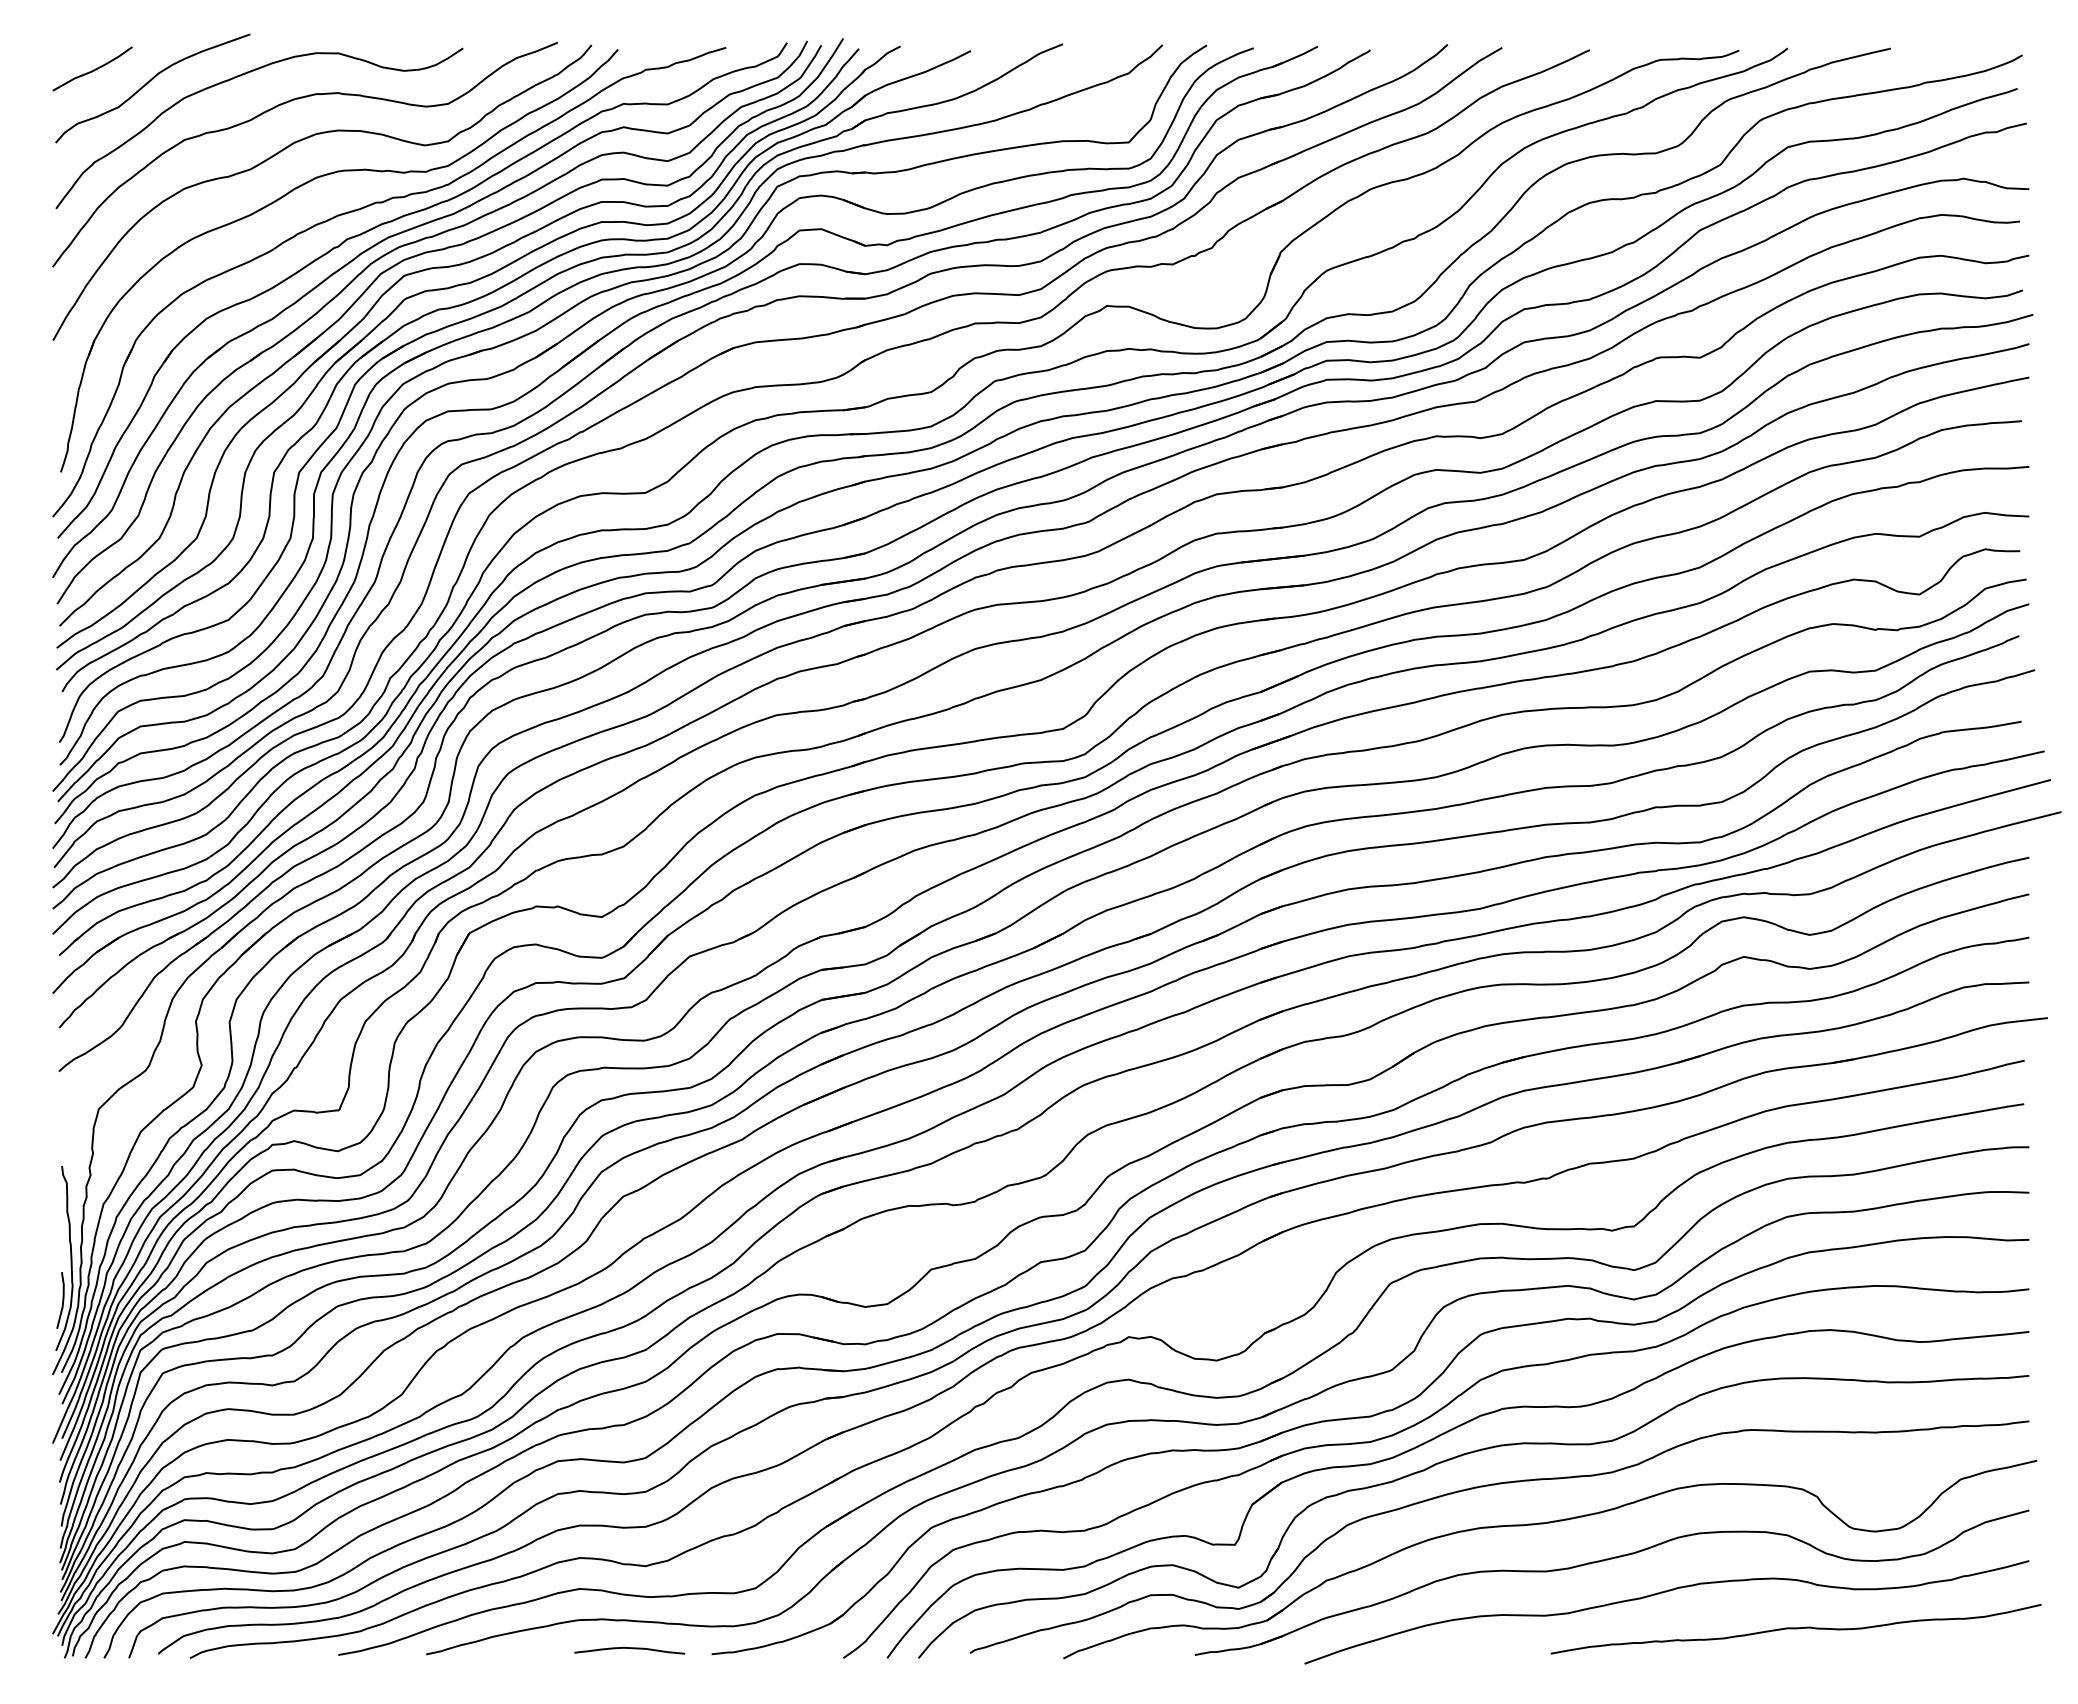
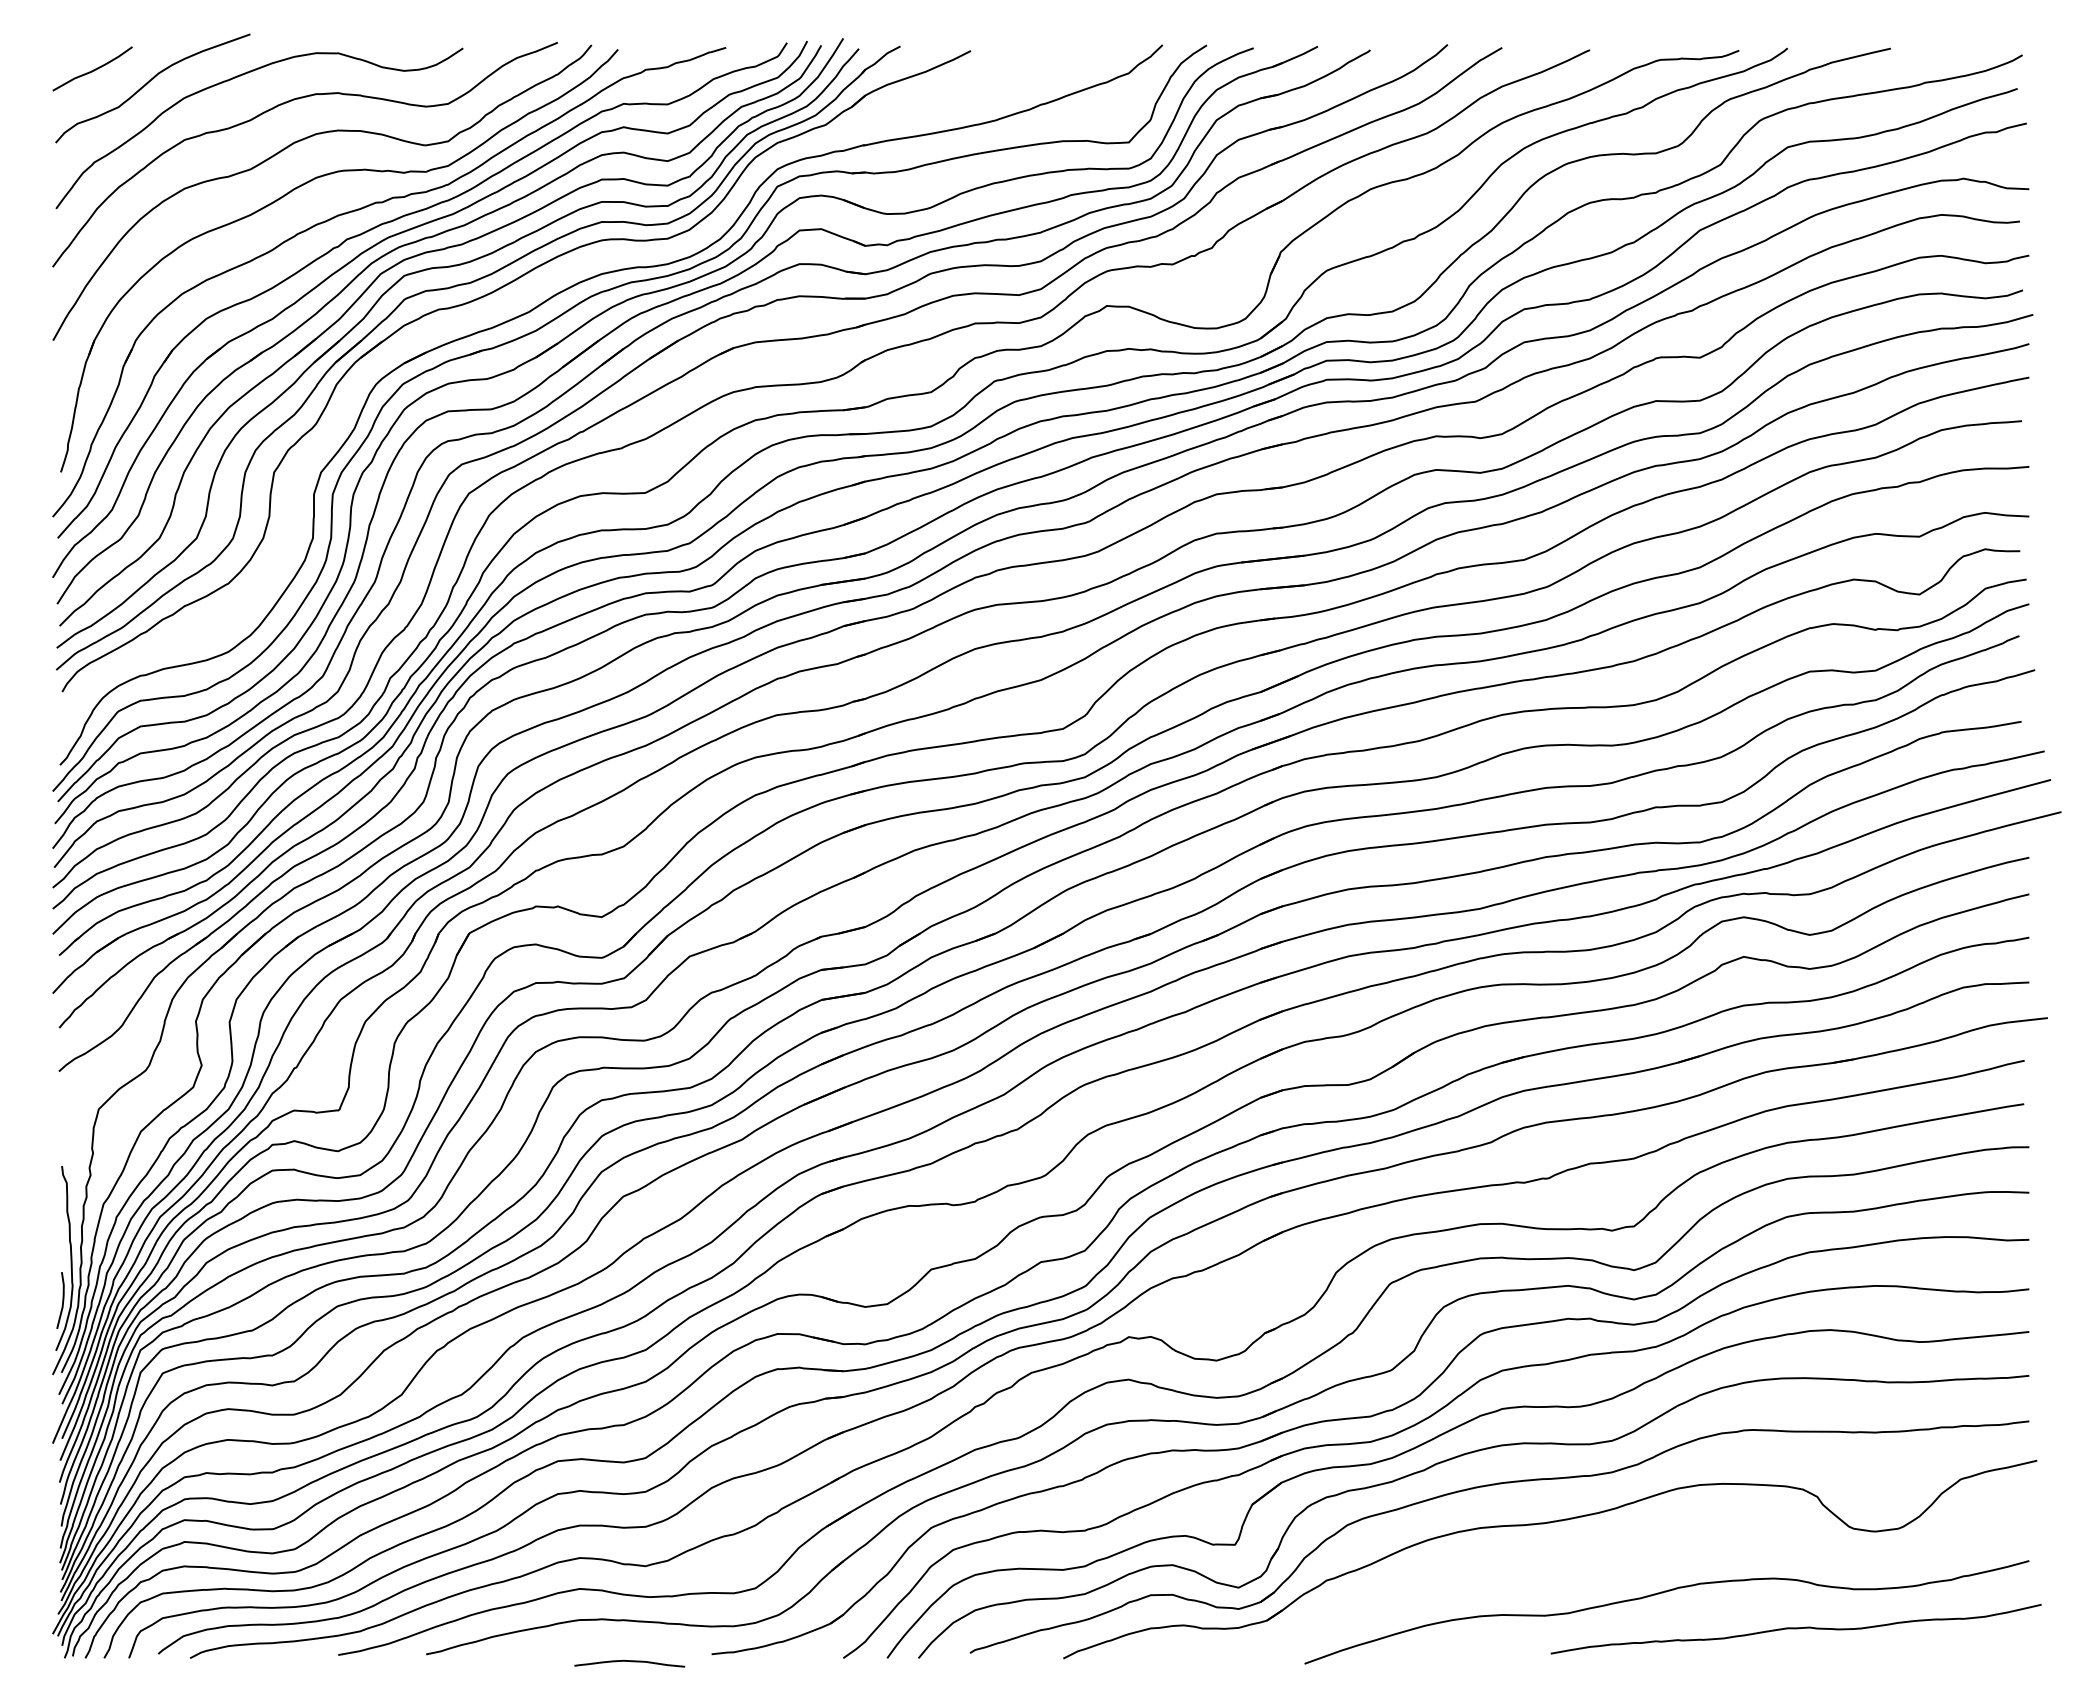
part at (507, 304): present -> none
part at (1608, 1560): present -> none
curve at (629, 1648) position: (629, 1648) -> (629, 1661)
